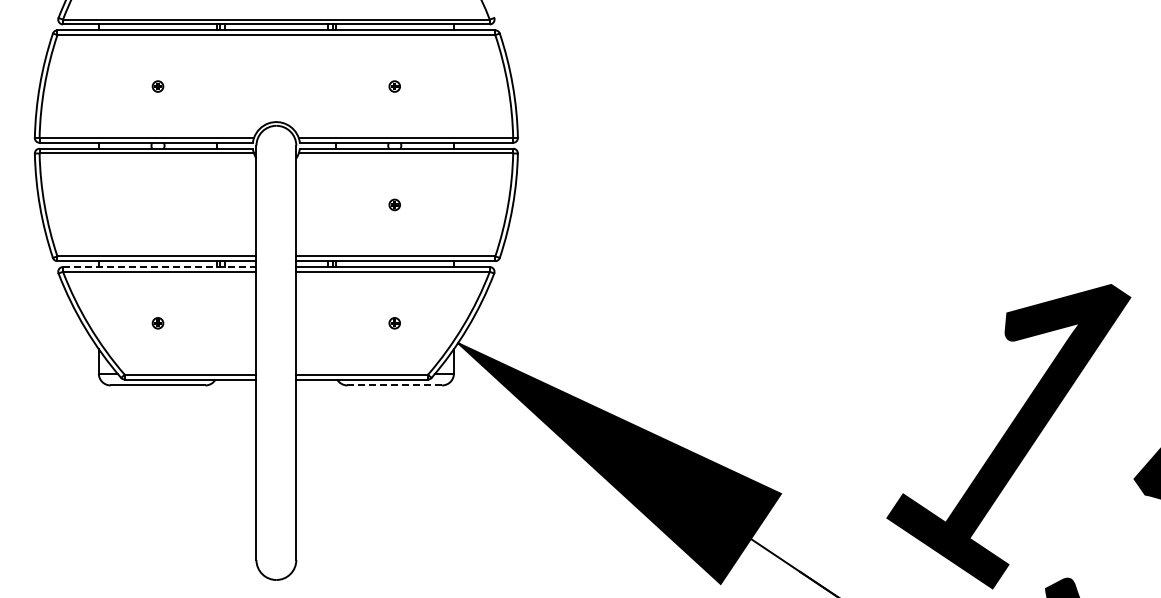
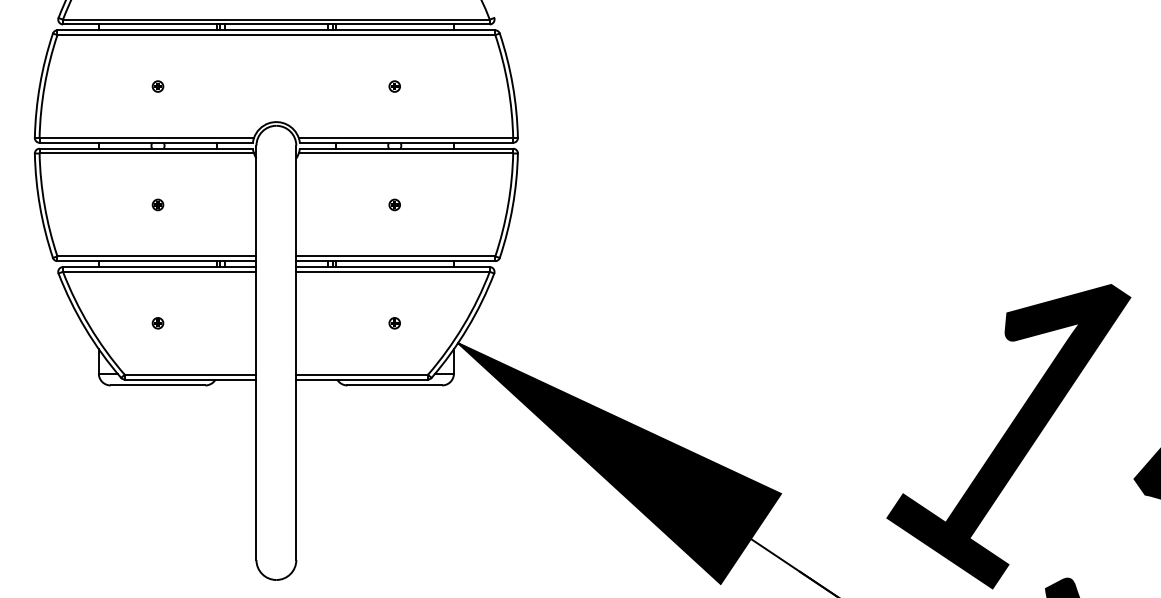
part at (157, 204): none -> present
line at (159, 267): dashed -> solid
line at (394, 385): dashed -> solid
